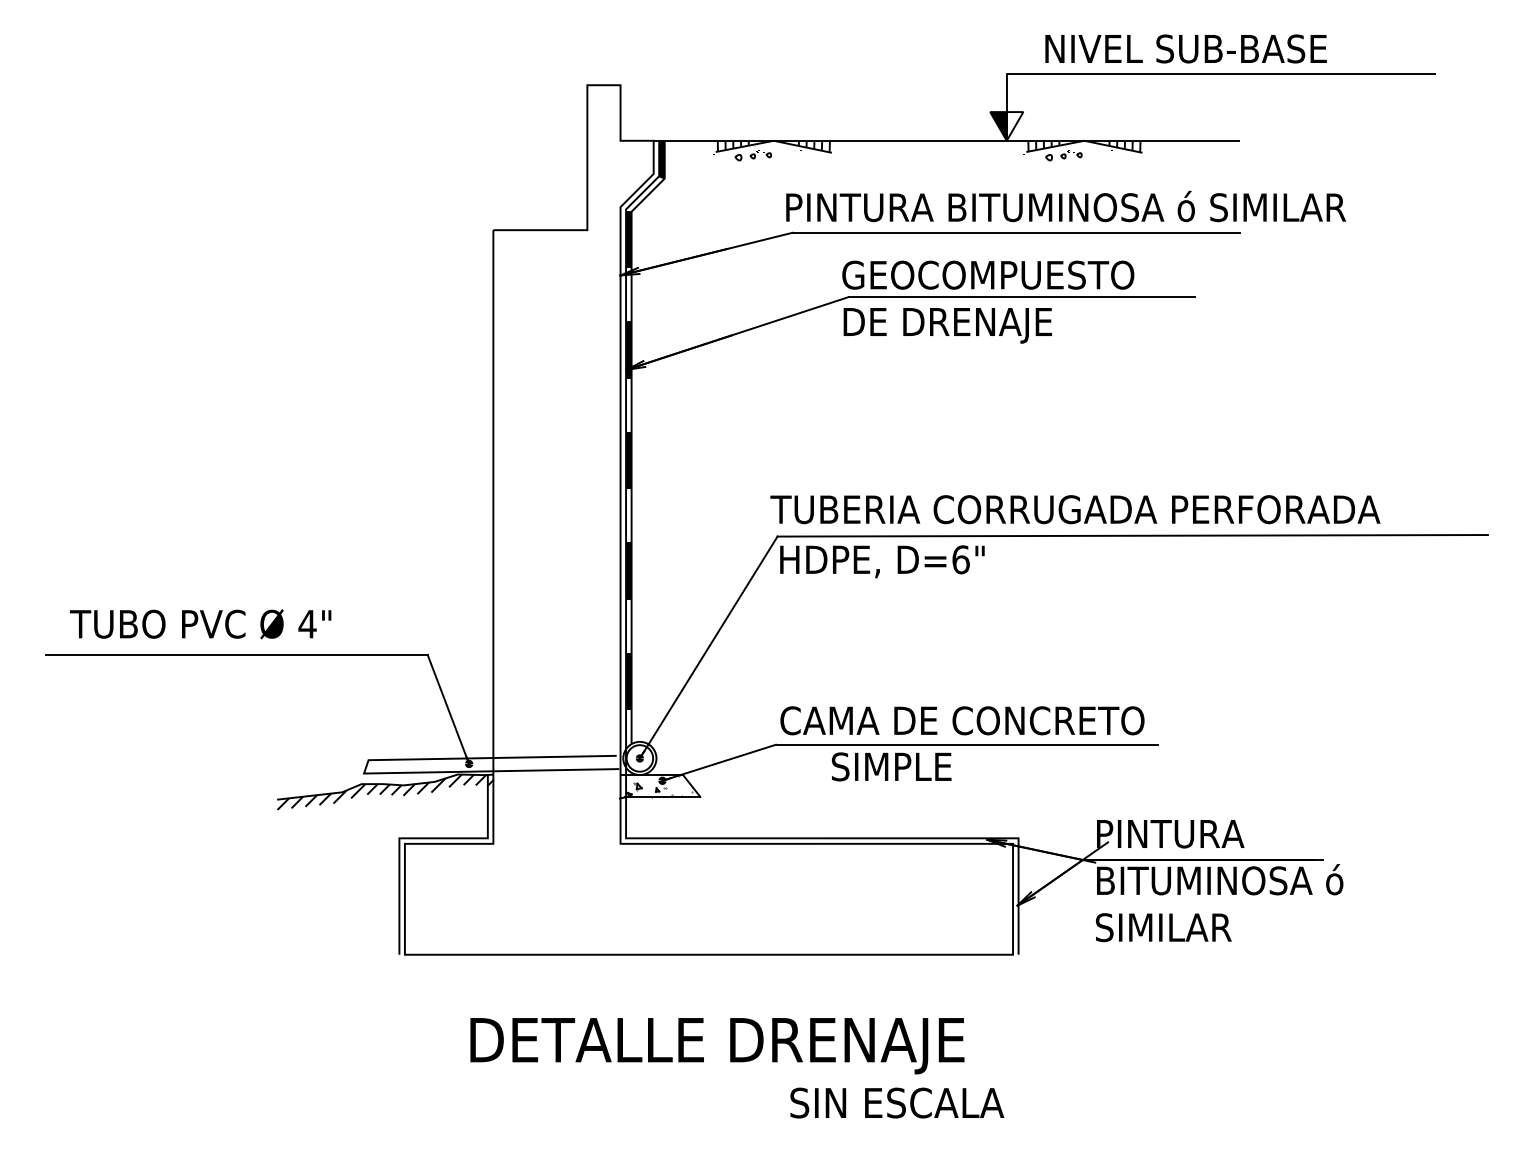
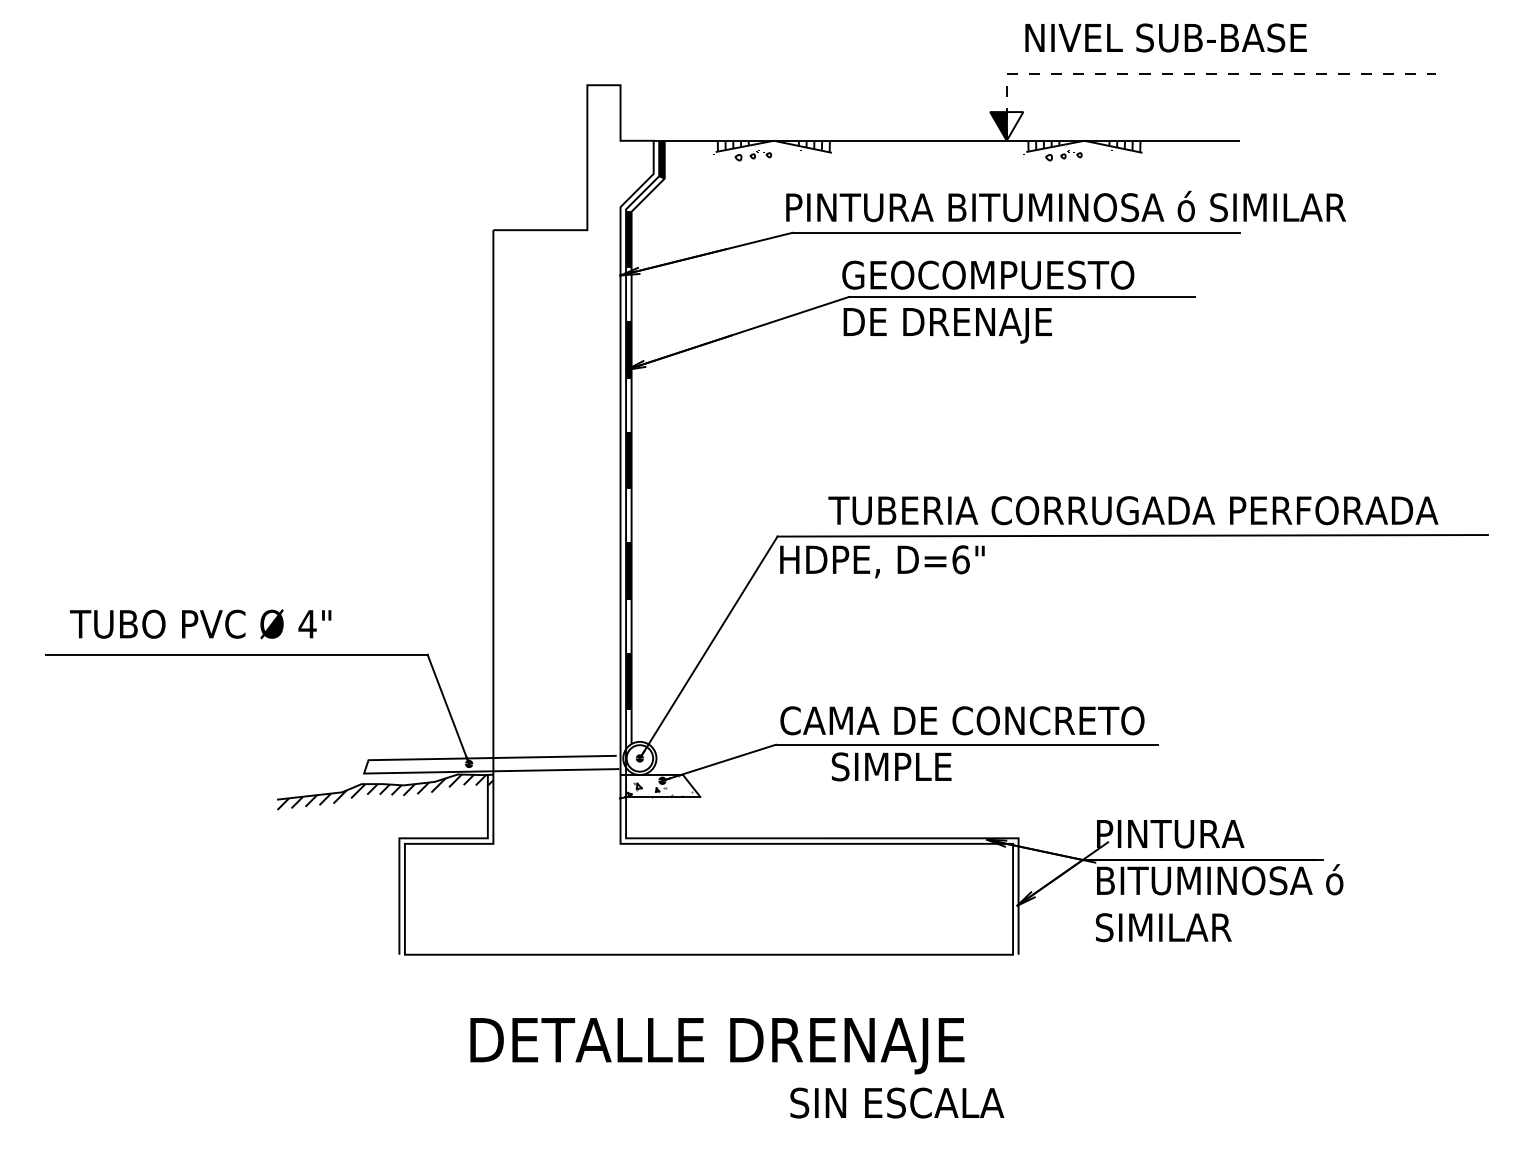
text at (1185, 48) position: (1185, 48) -> (1165, 37)
line at (1187, 74): solid -> dashed
text at (1075, 509) position: (1075, 509) -> (1133, 510)
